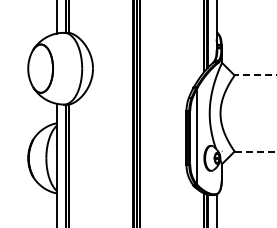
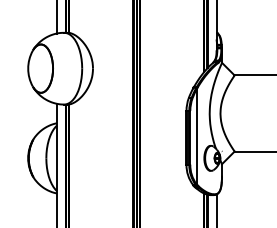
line at (255, 75): dashed -> solid
line at (255, 151): dashed -> solid
